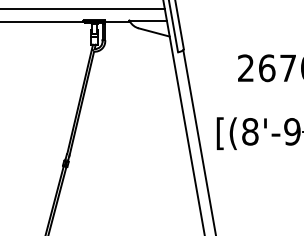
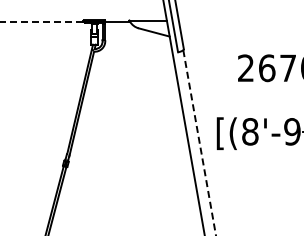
line at (83, 9): present -> none
line at (41, 21): solid -> dashed
line at (199, 142): solid -> dashed
